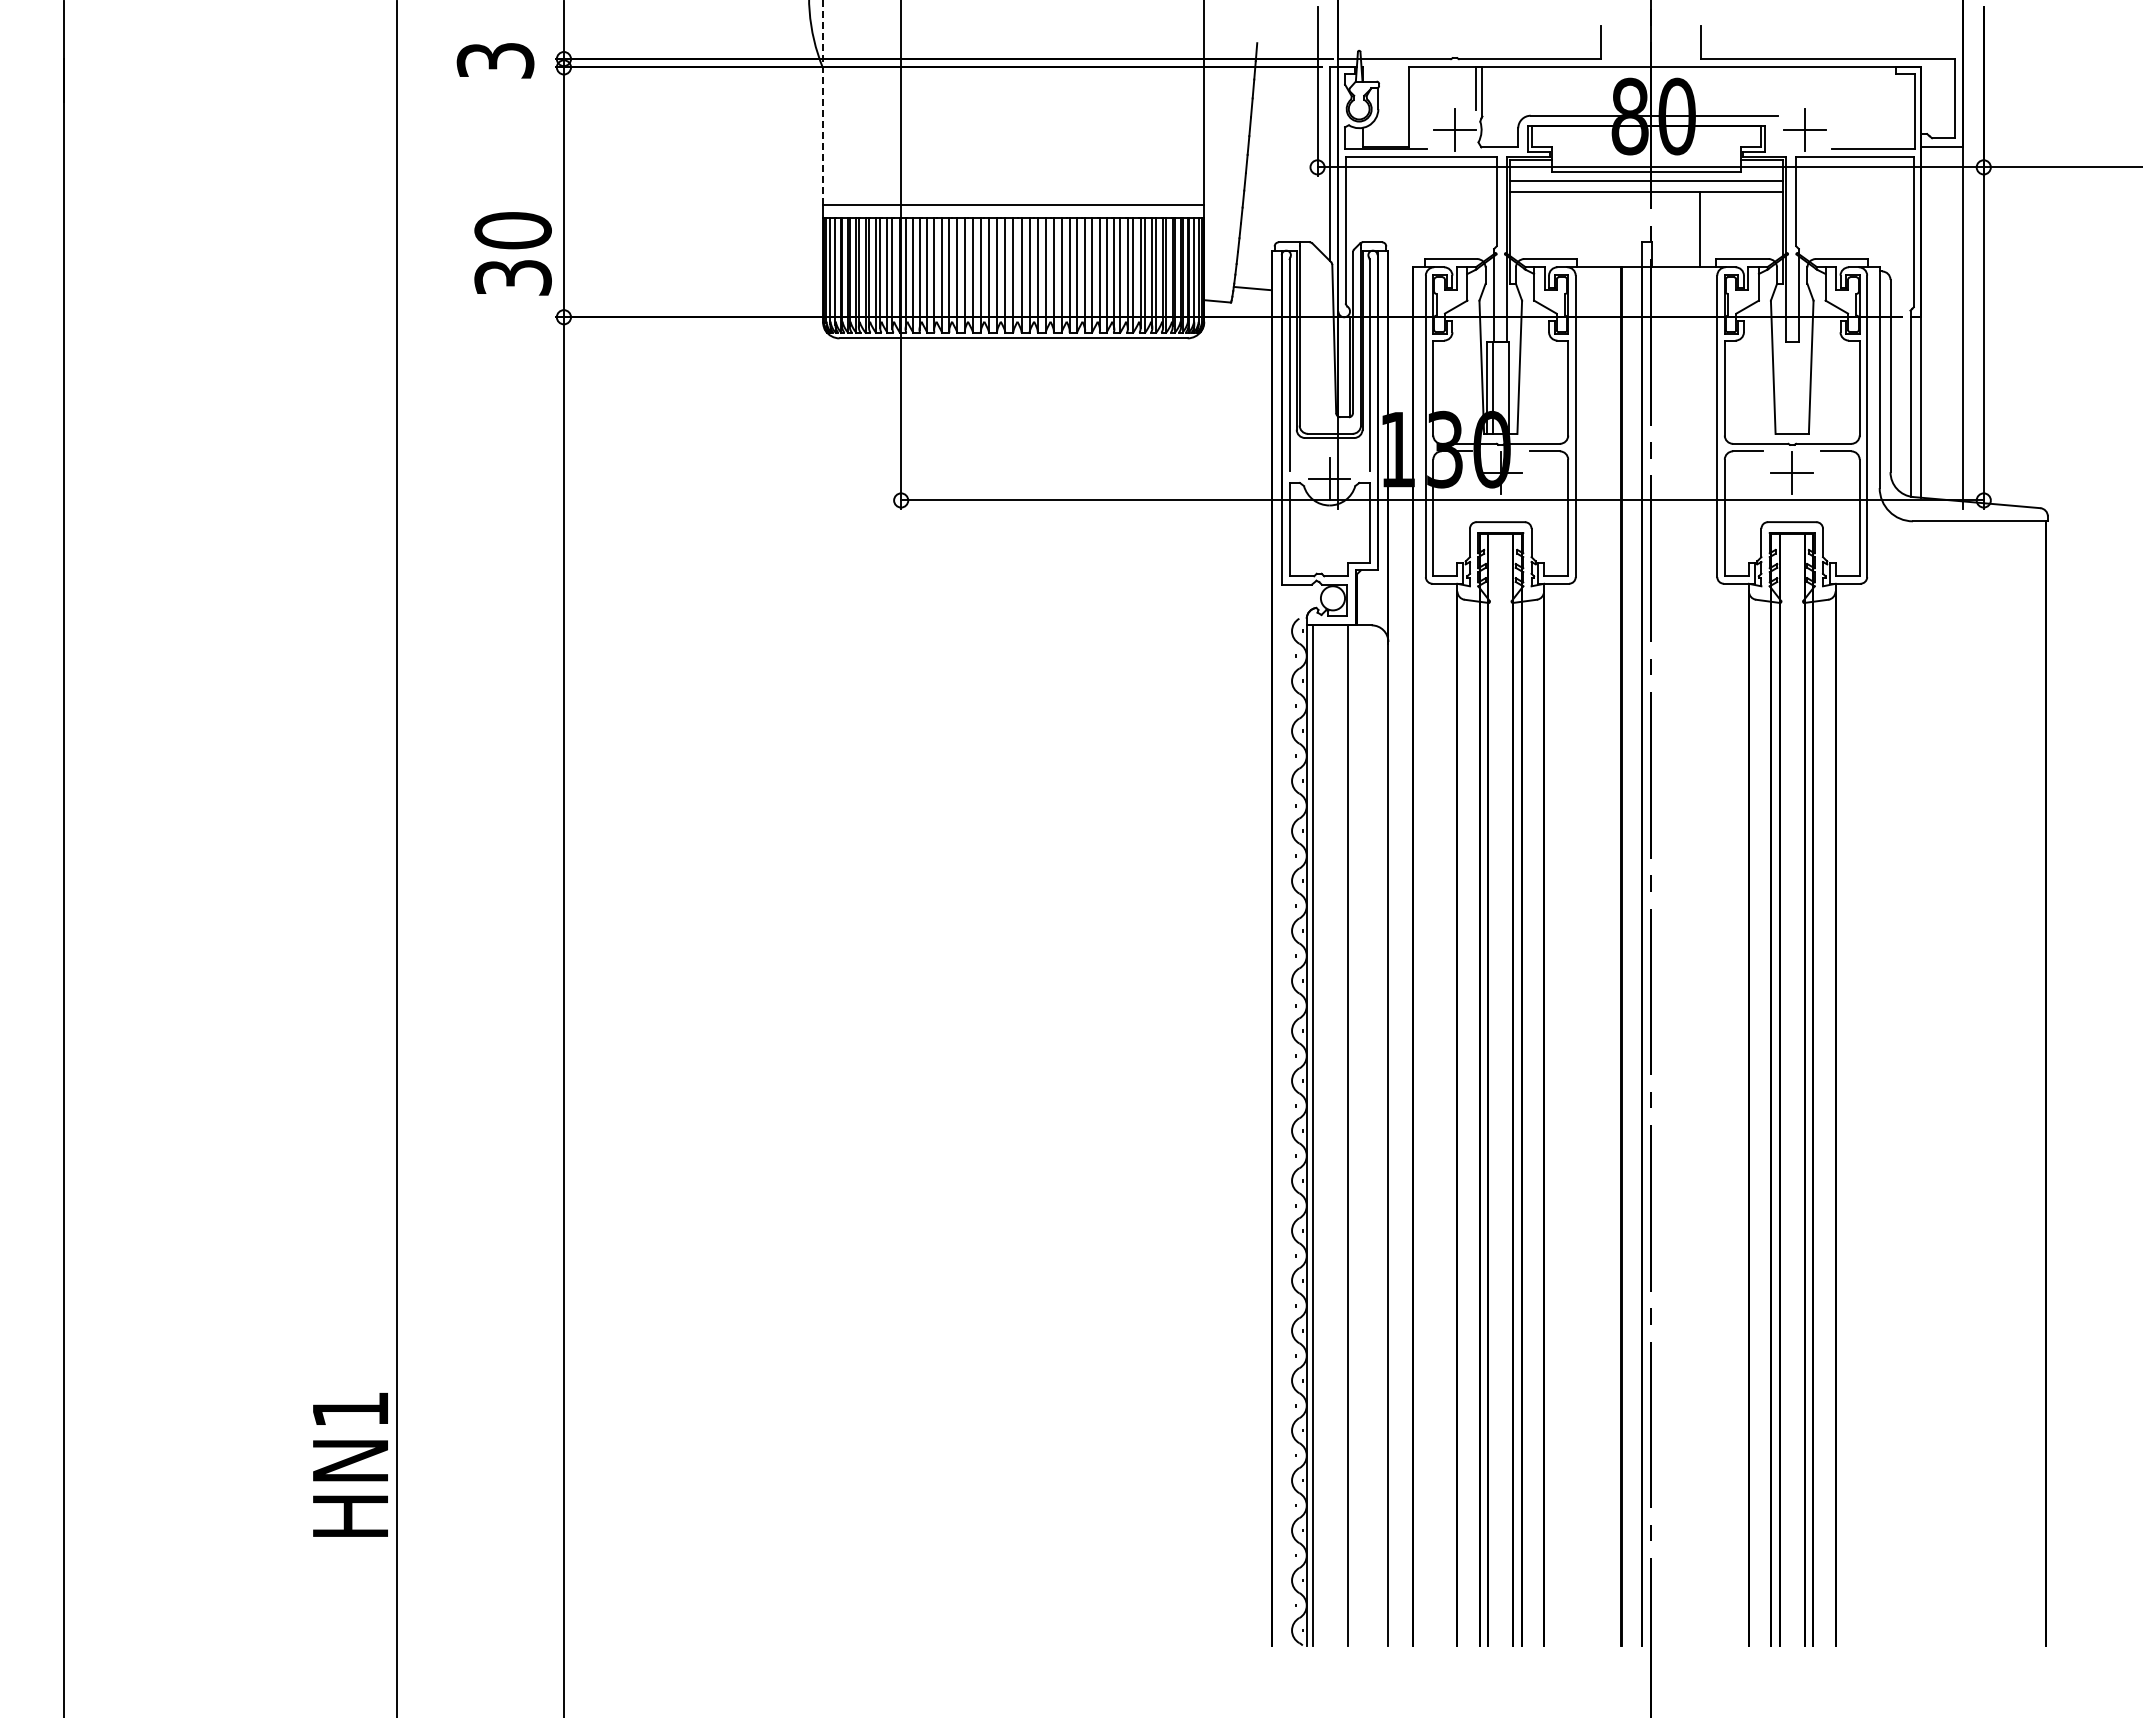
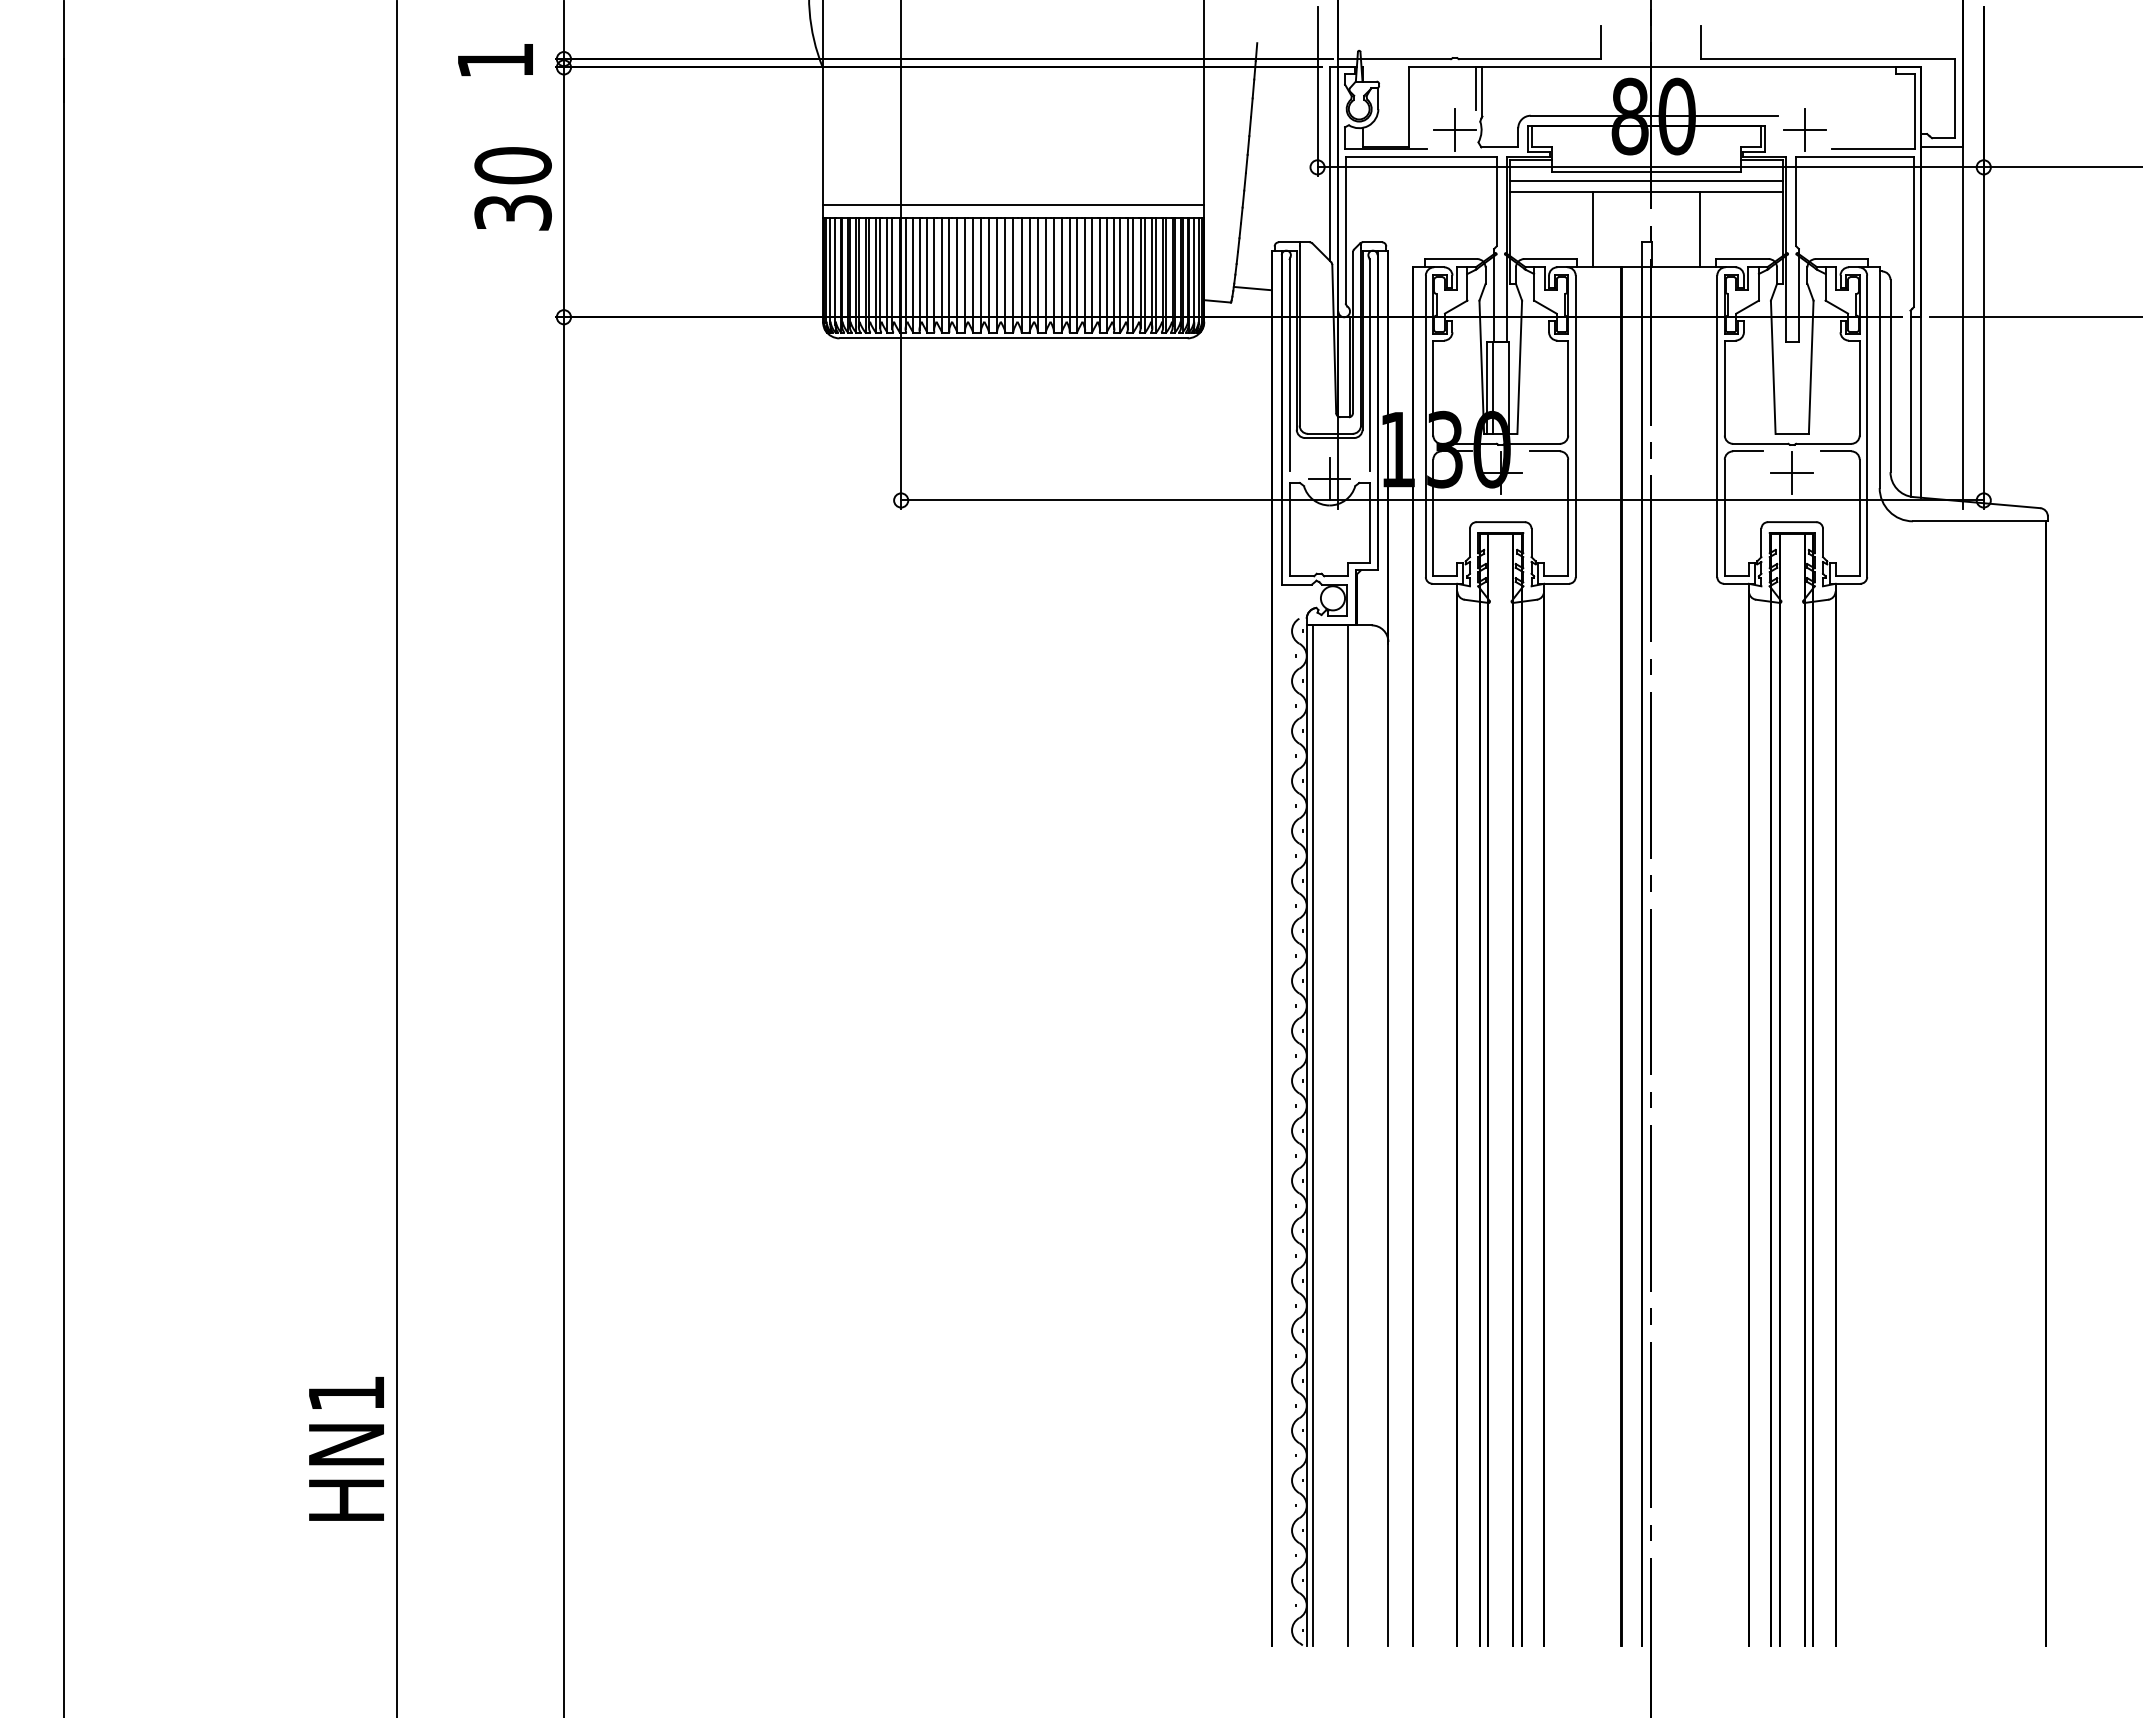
text at (495, 60): 3 -> 1
line at (822, 103): dashed -> solid
line at (1593, 229): none -> present
text at (512, 253) position: (512, 253) -> (512, 188)
line at (2034, 317): none -> present
text at (350, 1464) position: (350, 1464) -> (346, 1448)
